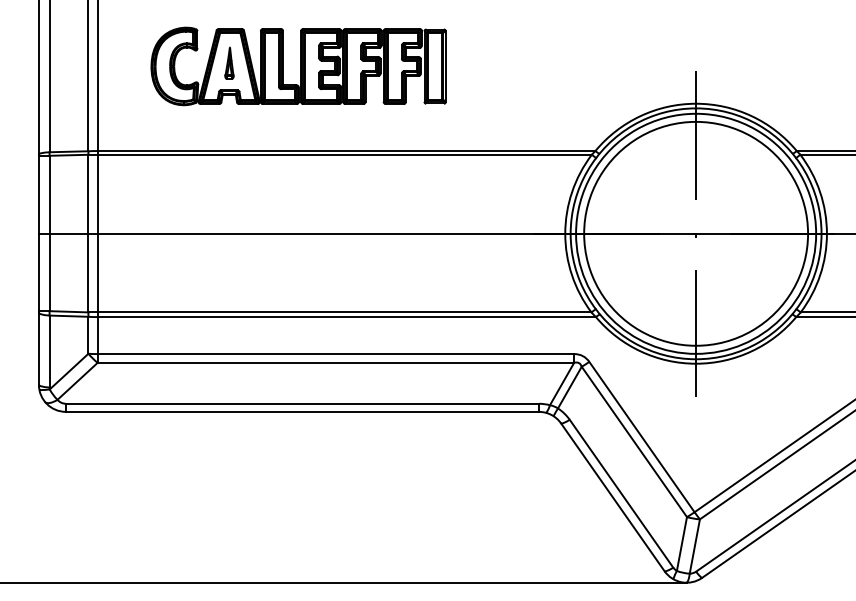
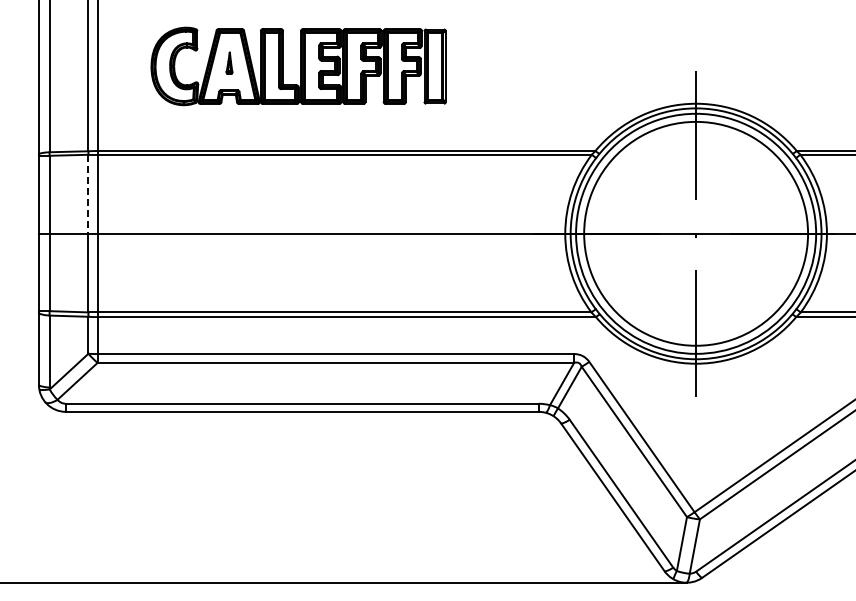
part at (229, 62) size: 11x34 px -> 9x24 px
line at (88, 194): solid -> dashed
